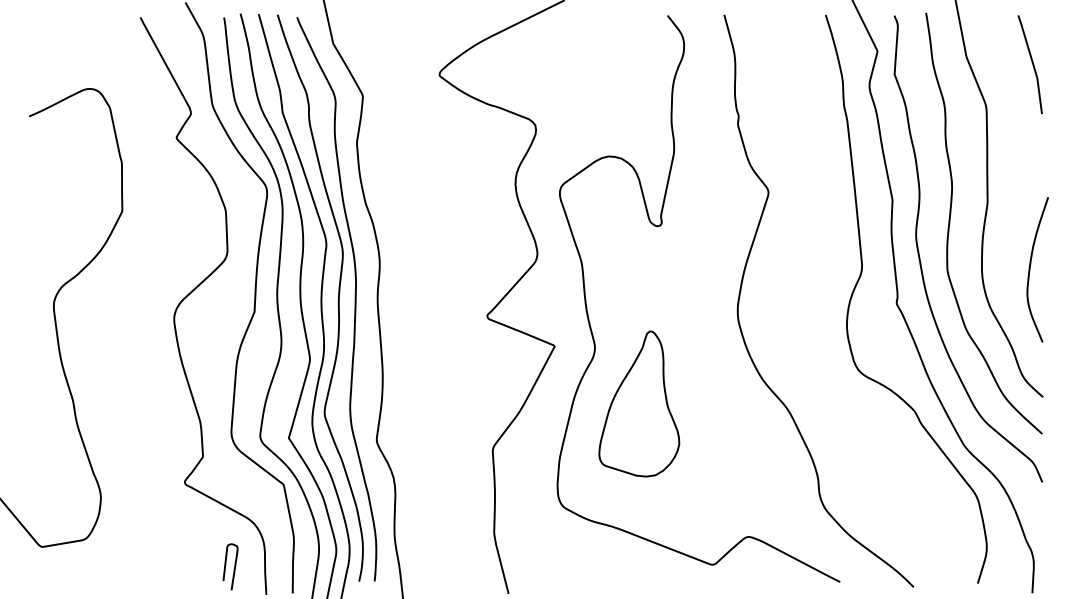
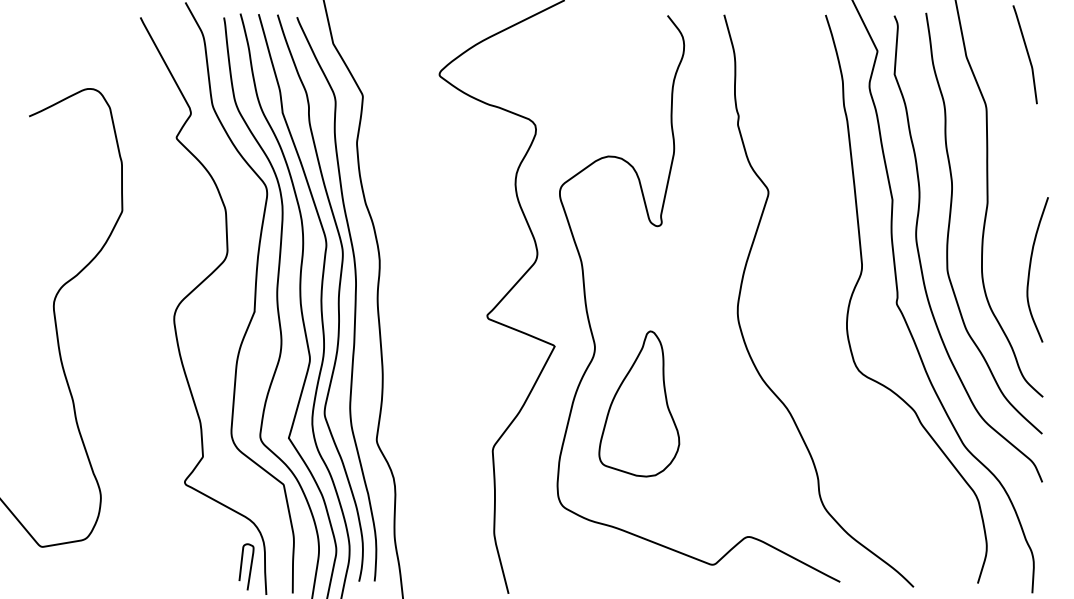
curve at (1031, 62) position: (1031, 62) -> (1026, 52)
curve at (234, 566) position: (234, 566) -> (250, 566)
